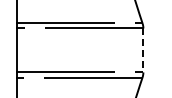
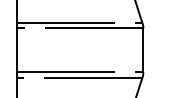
line at (143, 50): dashed -> solid
